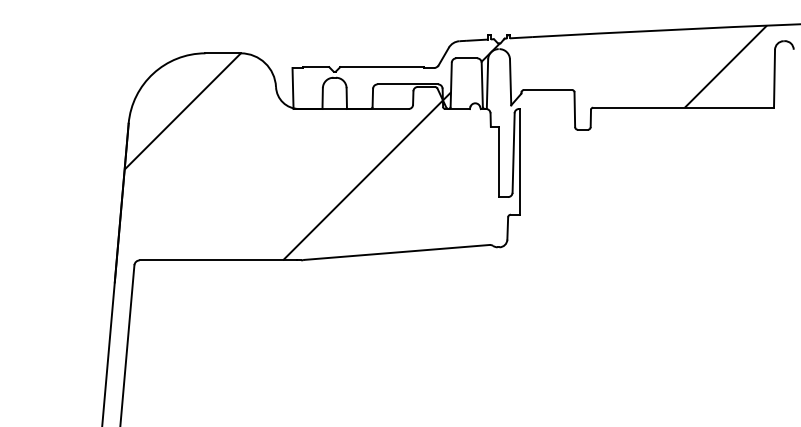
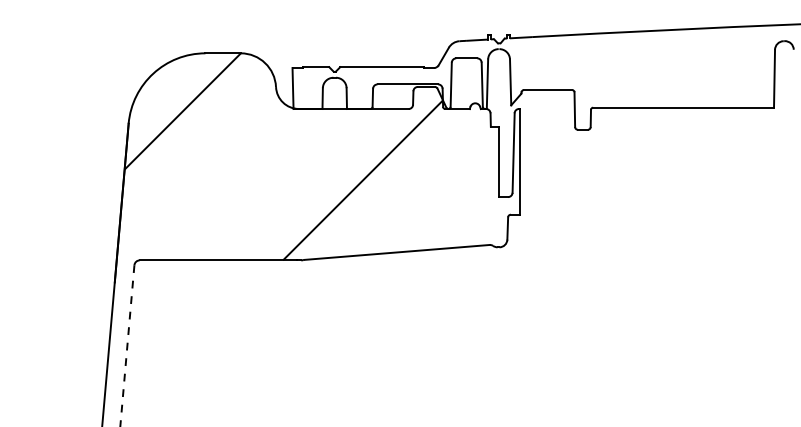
hatch at (604, 66): present -> none
line at (127, 345): solid -> dashed
